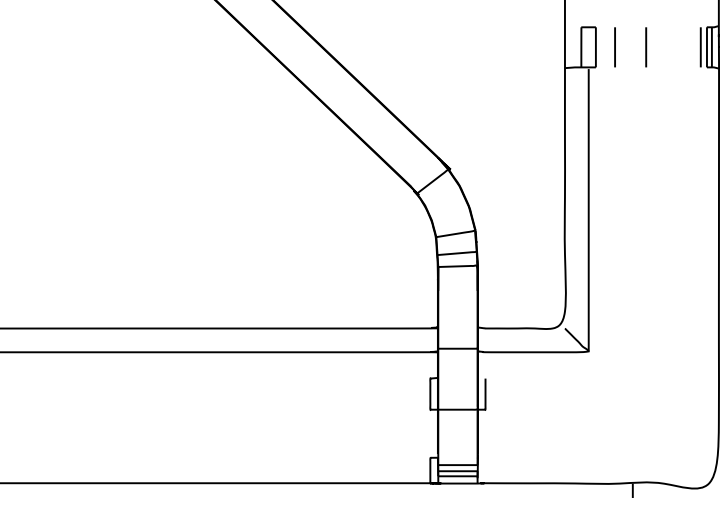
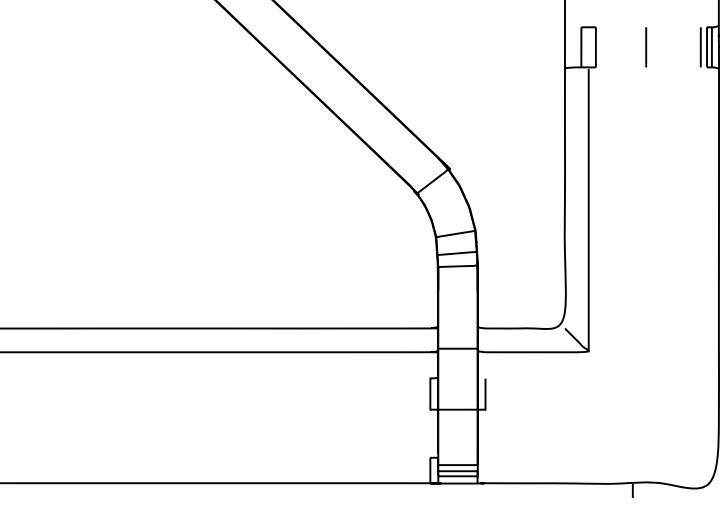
line at (614, 47): present -> none
